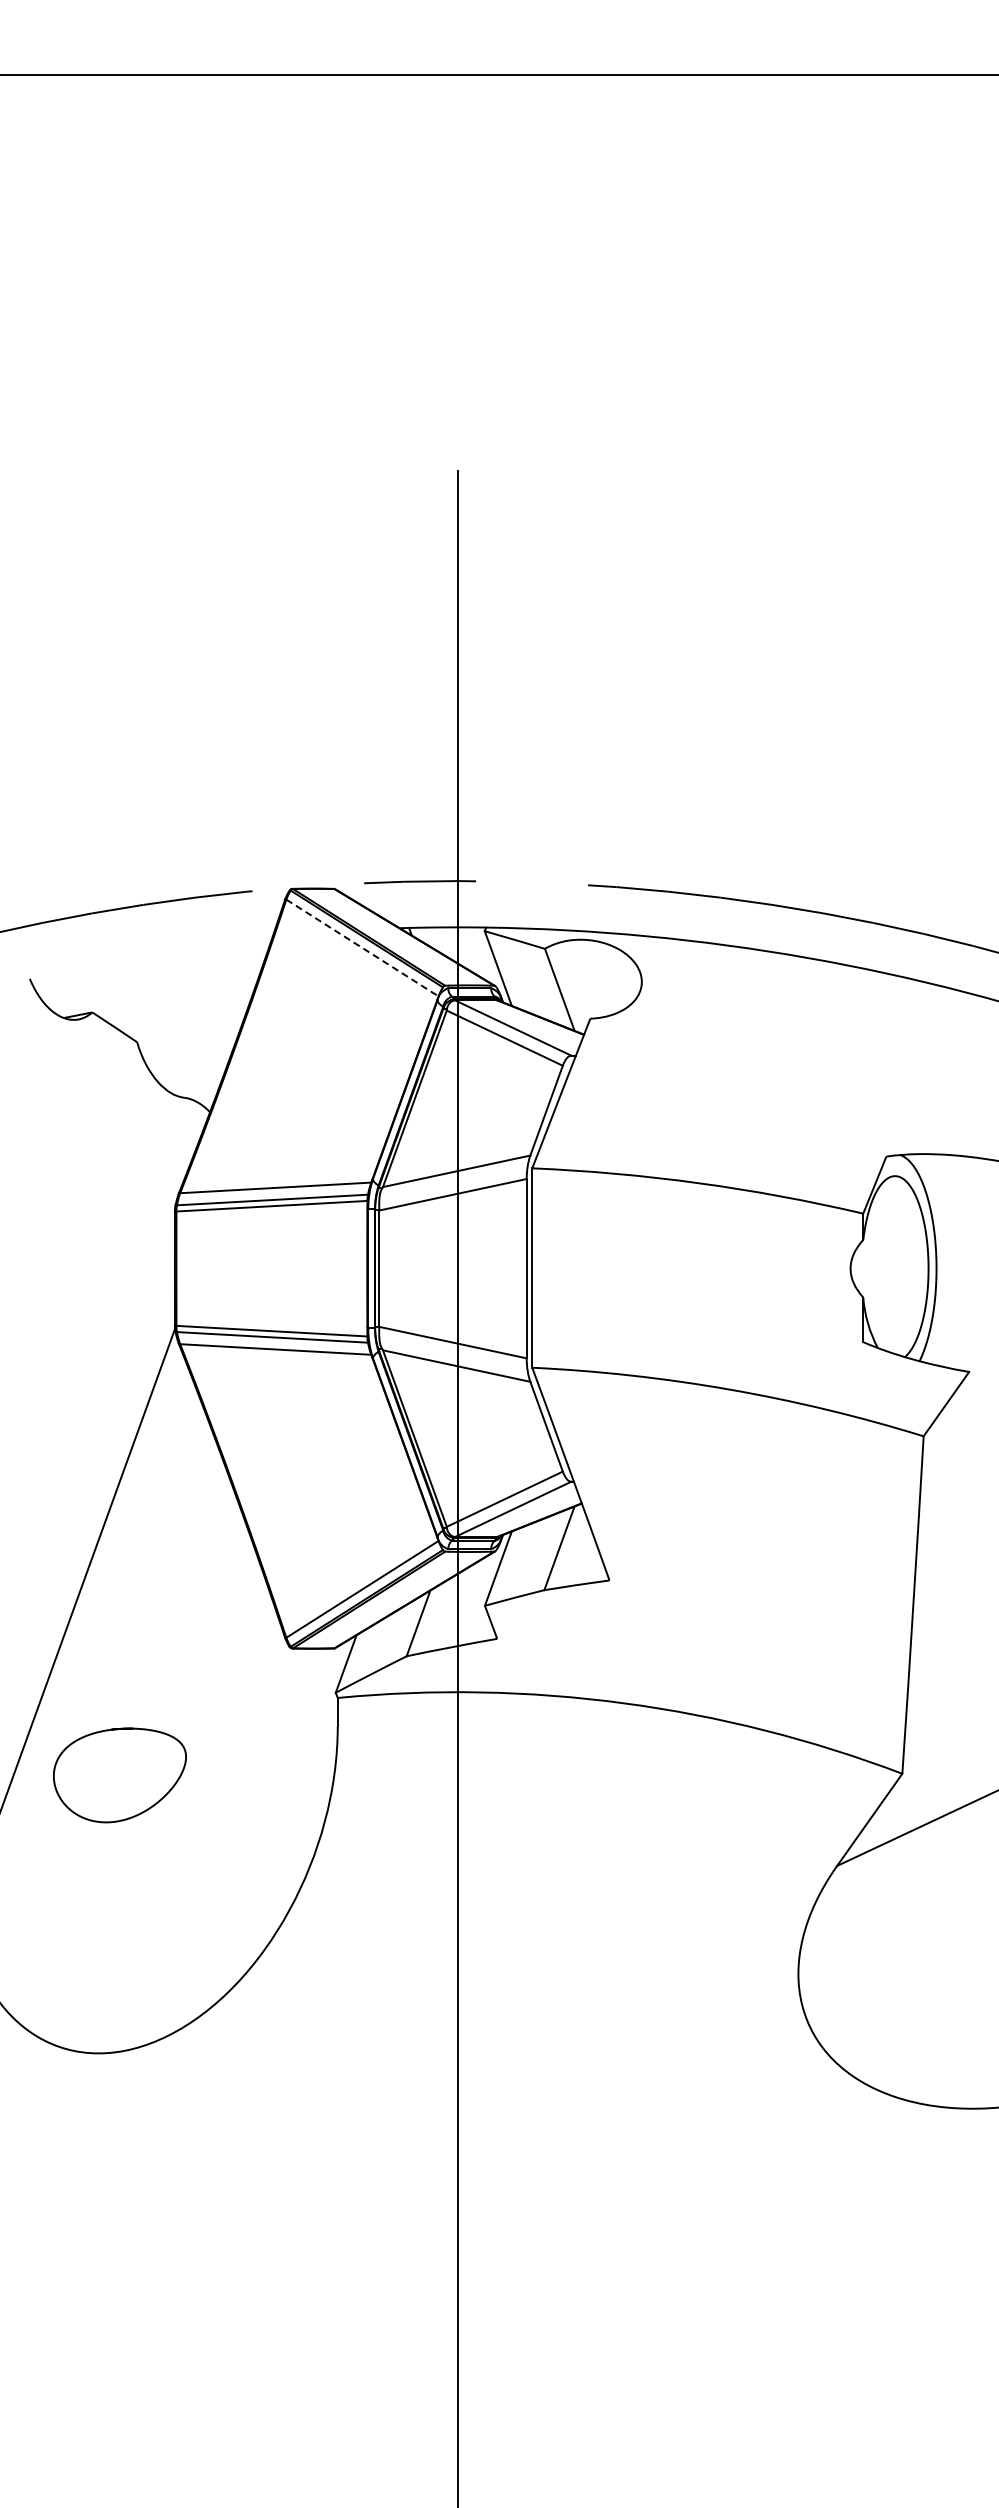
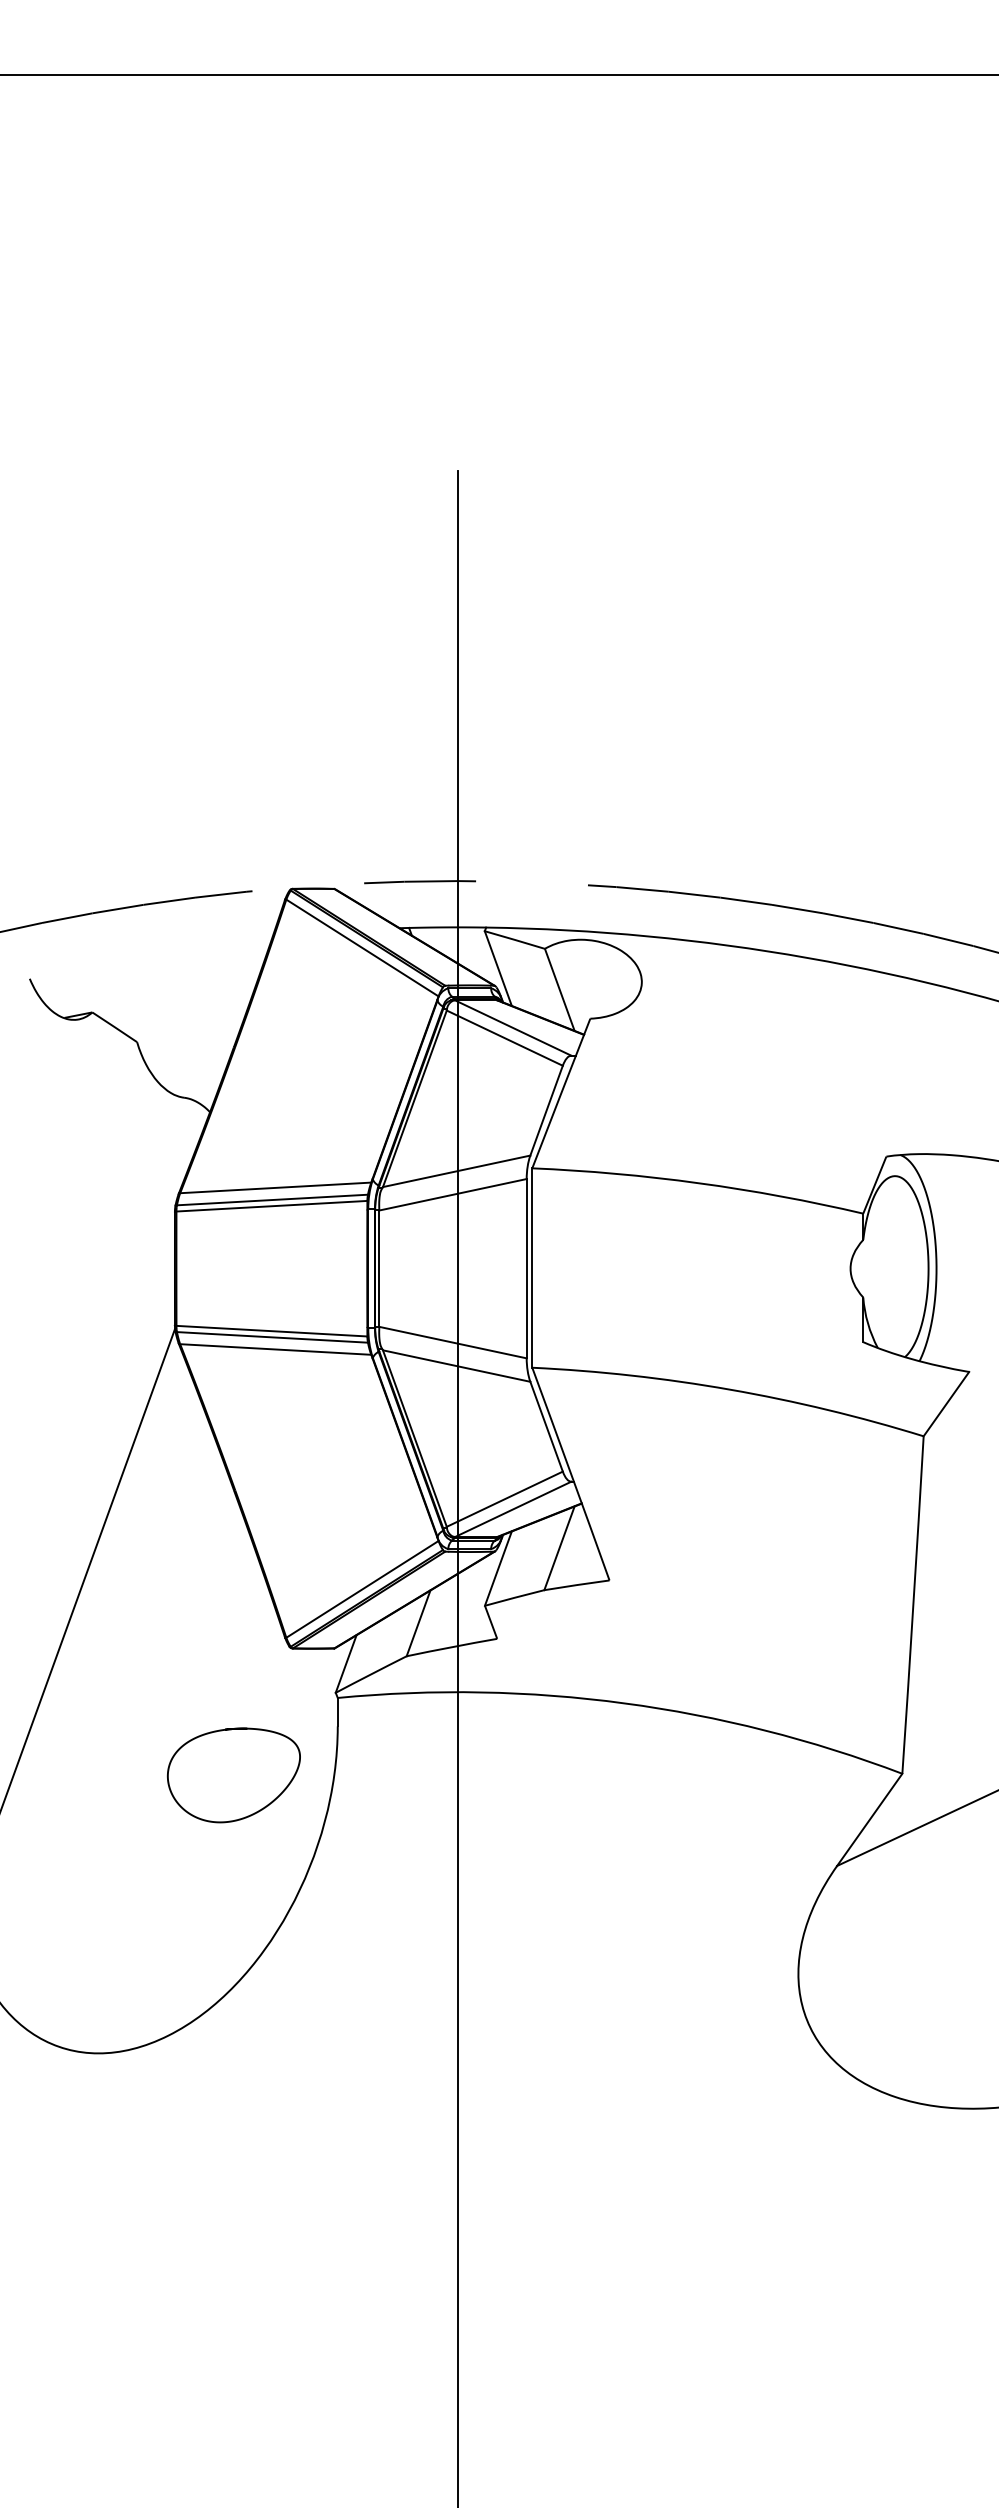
line at (362, 948): dashed -> solid
curve at (133, 1815) position: (133, 1815) -> (247, 1815)
